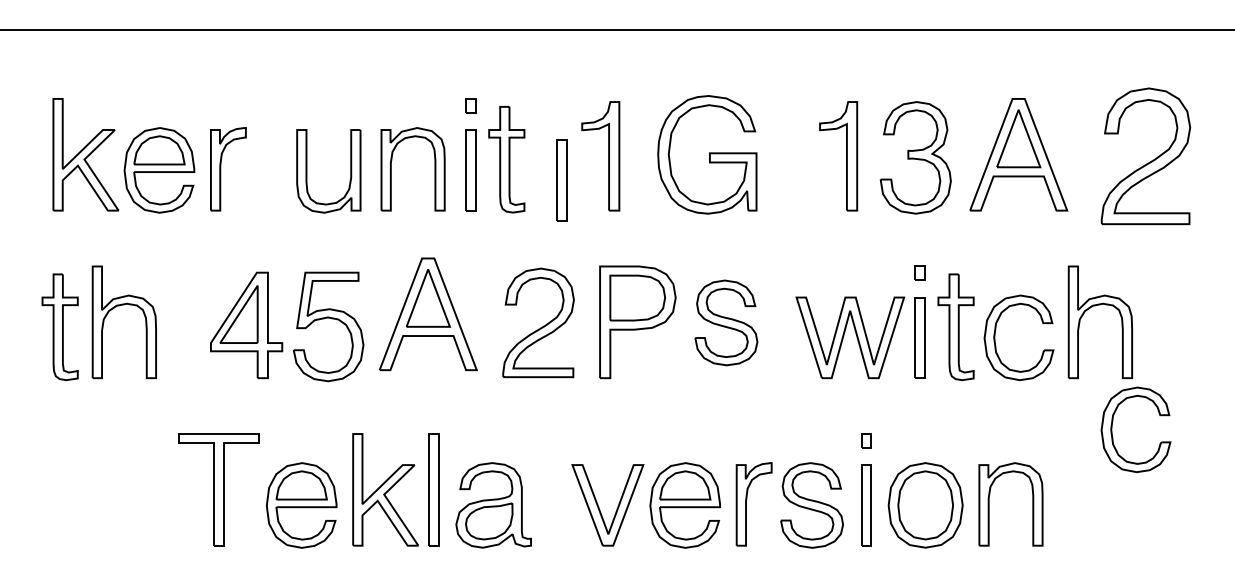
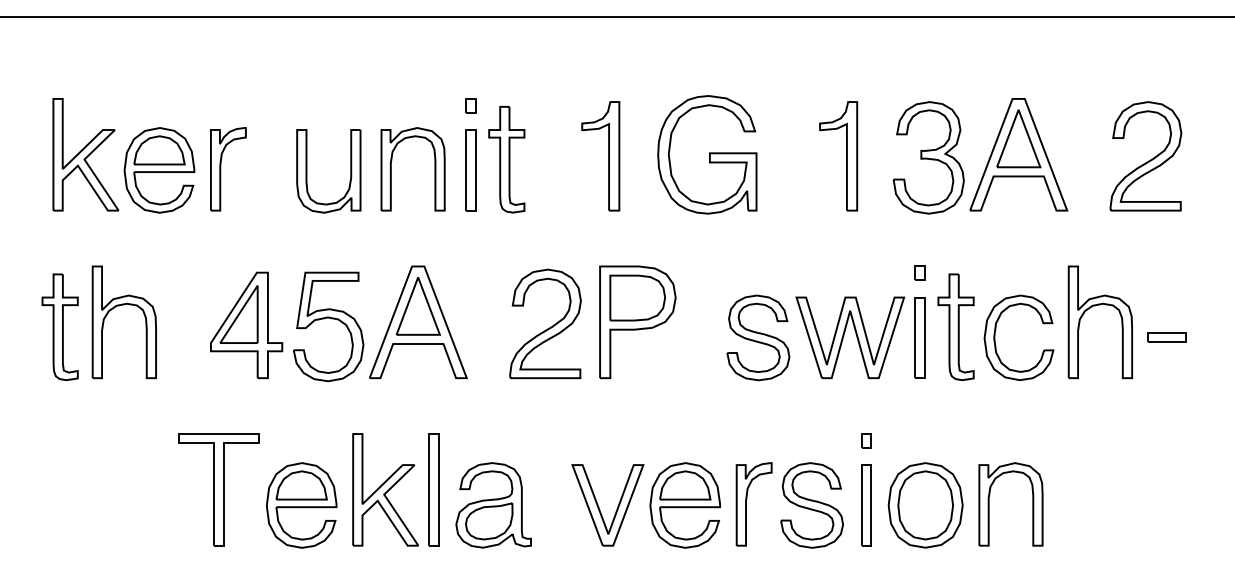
line at (616, 30) position: (616, 30) -> (616, 17)
part at (1145, 156) size: 92x139 px -> 74x111 px
part at (915, 157) position: (915, 157) -> (928, 157)
part at (561, 180): present -> none
part at (428, 314) position: (428, 314) -> (418, 322)
part at (538, 322) position: (538, 322) -> (545, 323)
part at (726, 322) position: (726, 322) -> (758, 337)
part at (1166, 337): none -> present
part at (1112, 429): present -> none
